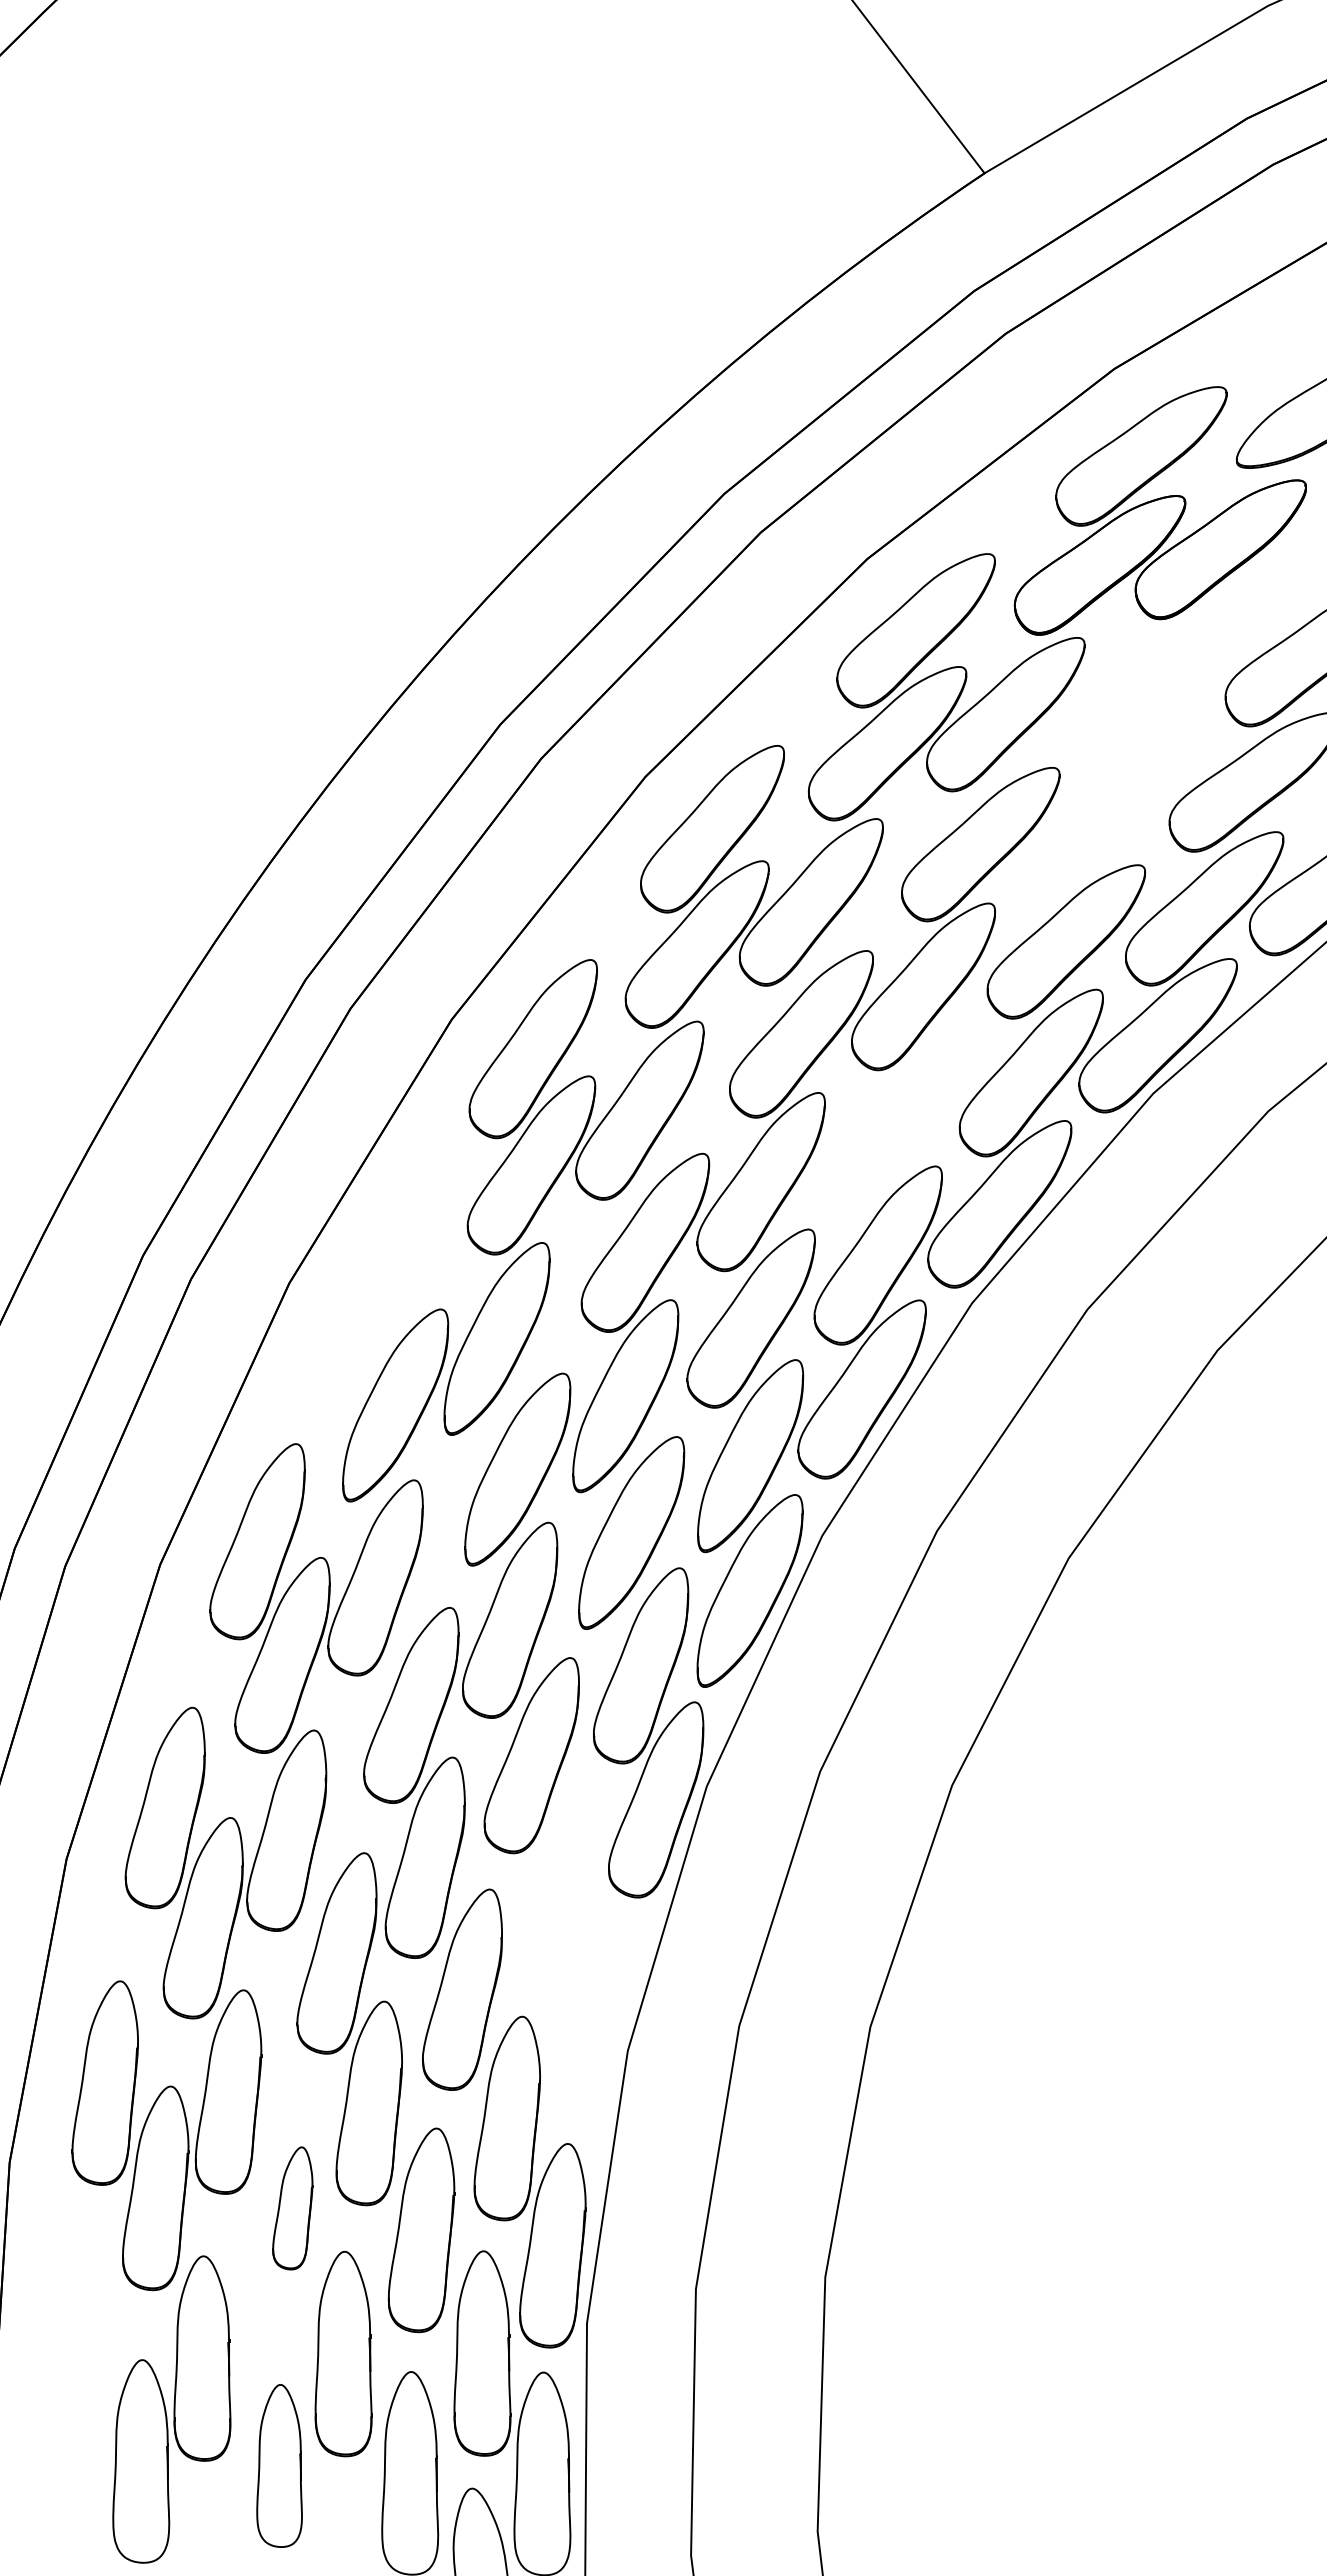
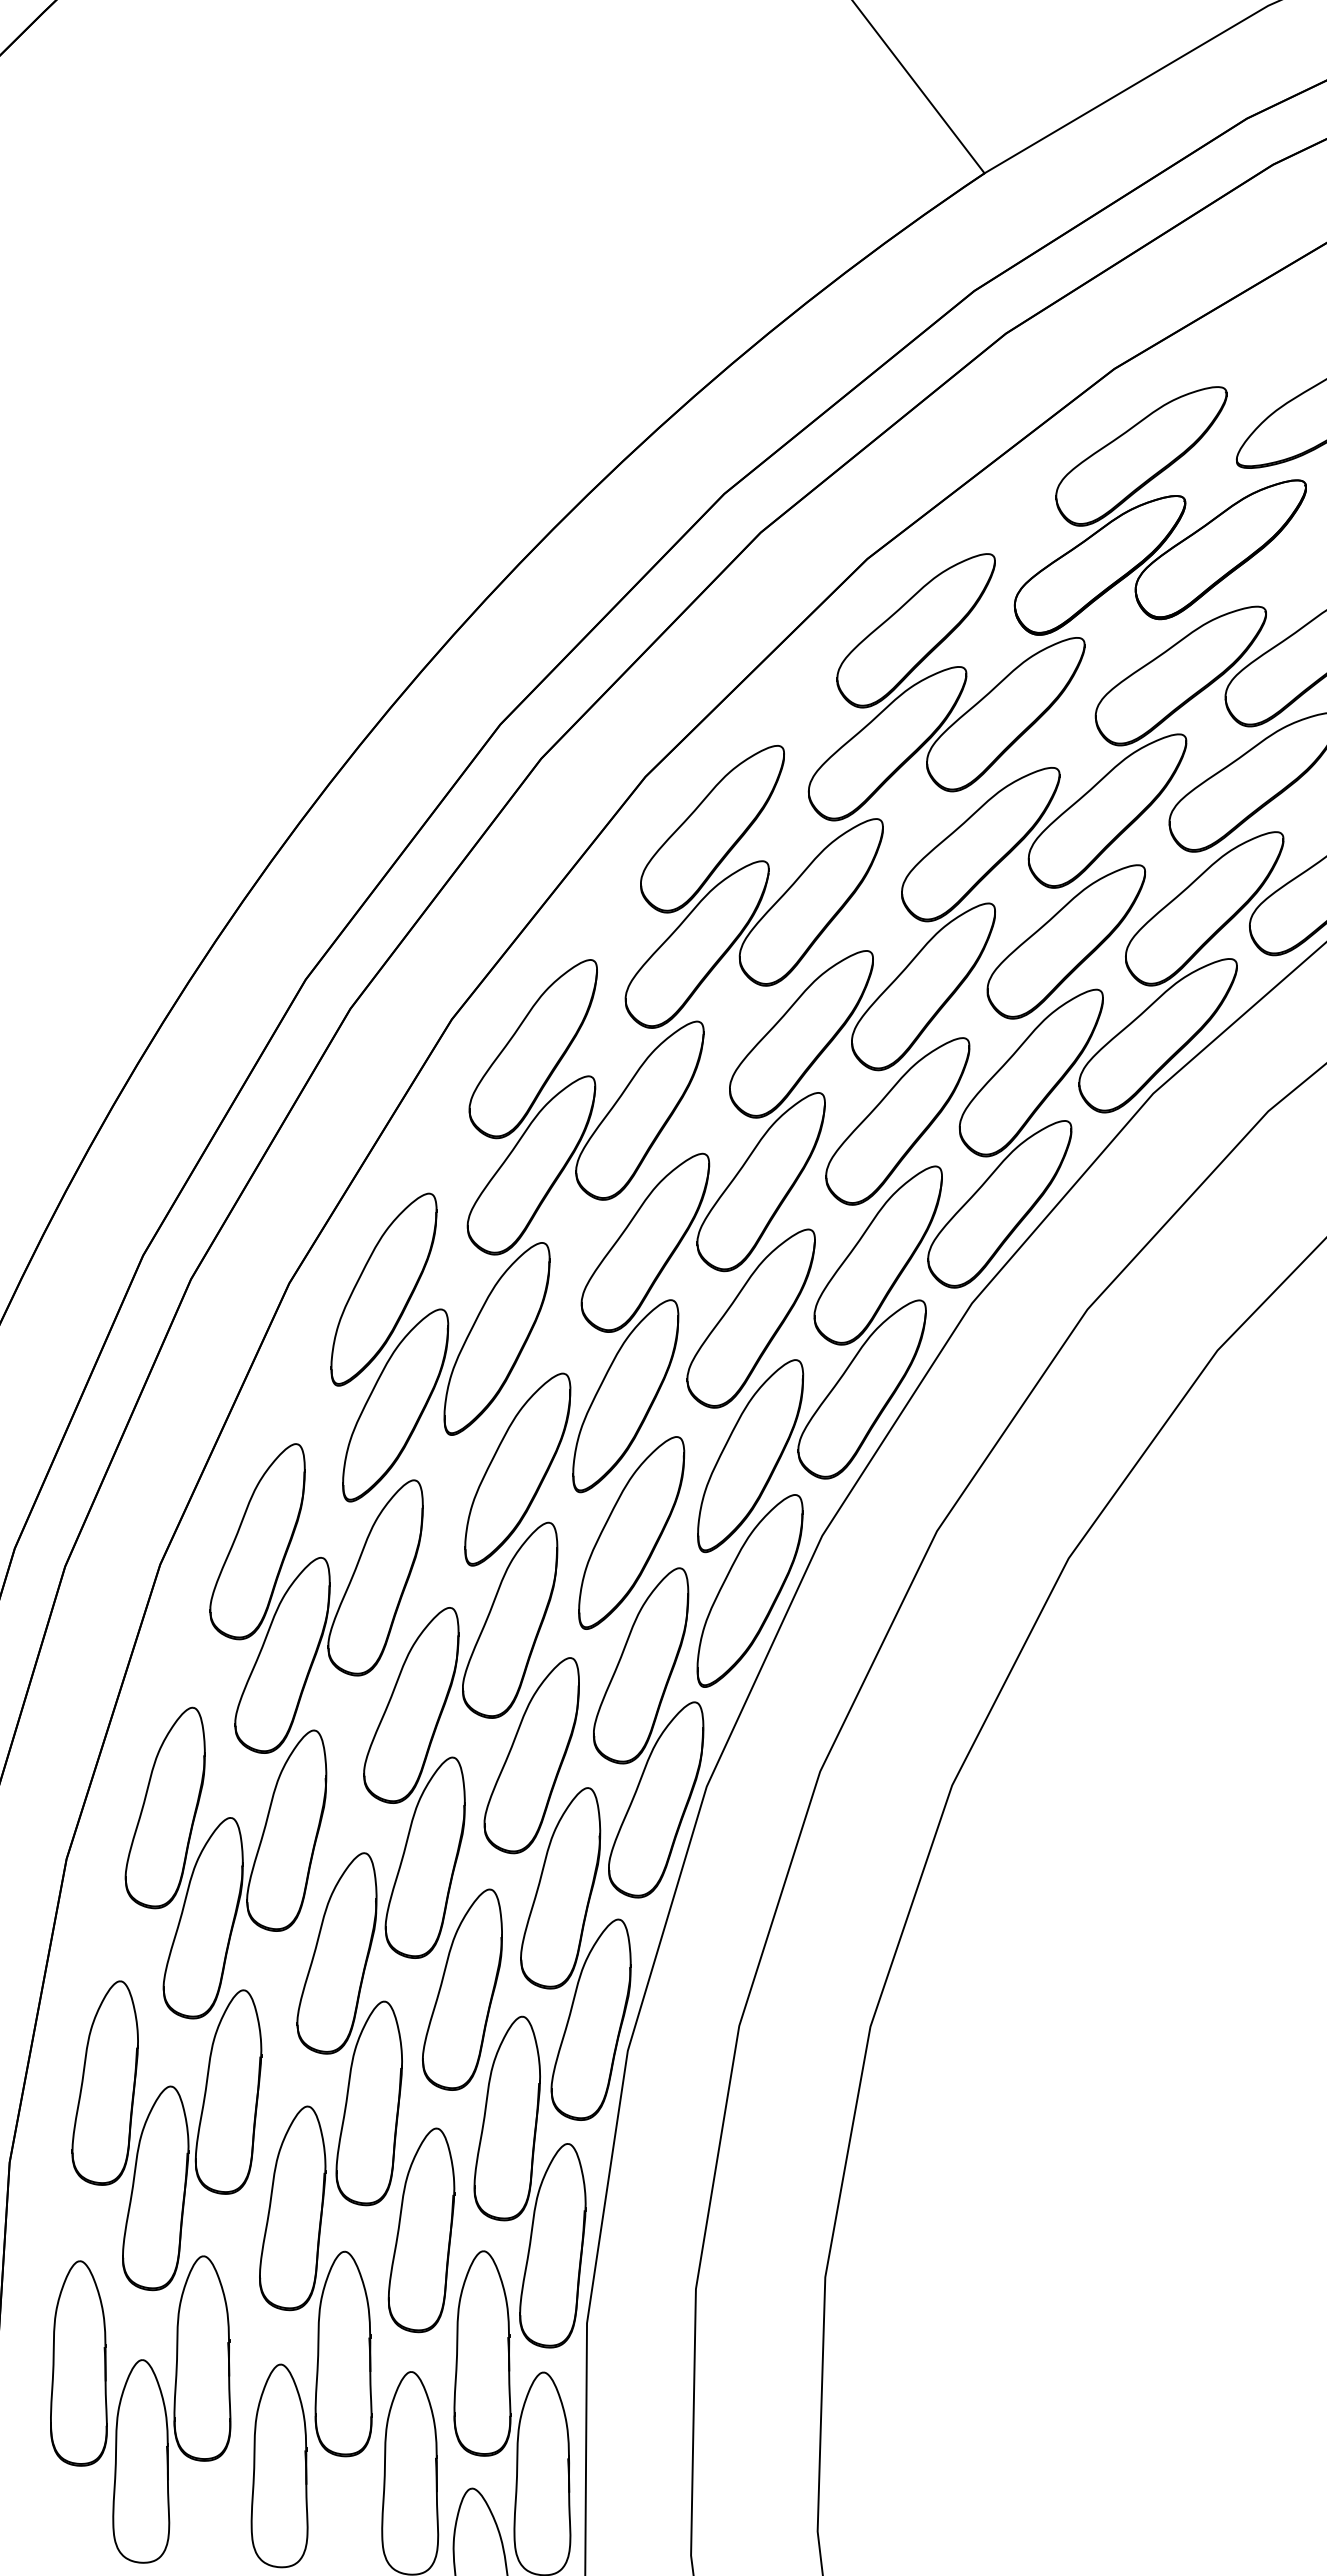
part at (1146, 746): none -> present
part at (897, 1121): none -> present
part at (383, 1289): none -> present
part at (575, 1953): none -> present
part at (292, 2208) size: 42x125 px -> 68x207 px
part at (78, 2363): none -> present
part at (279, 2465) size: 47x164 px -> 59x206 px
